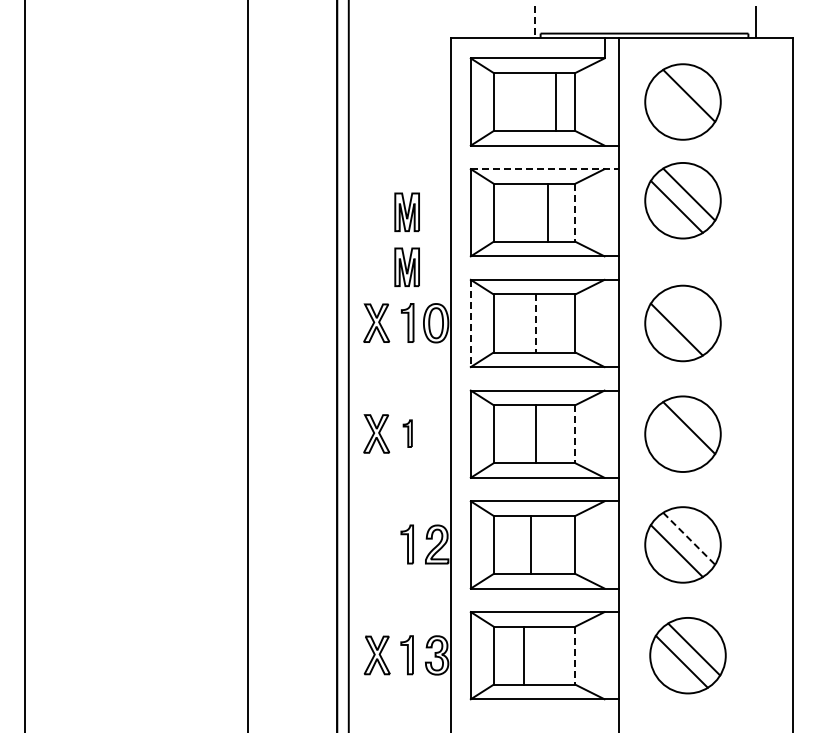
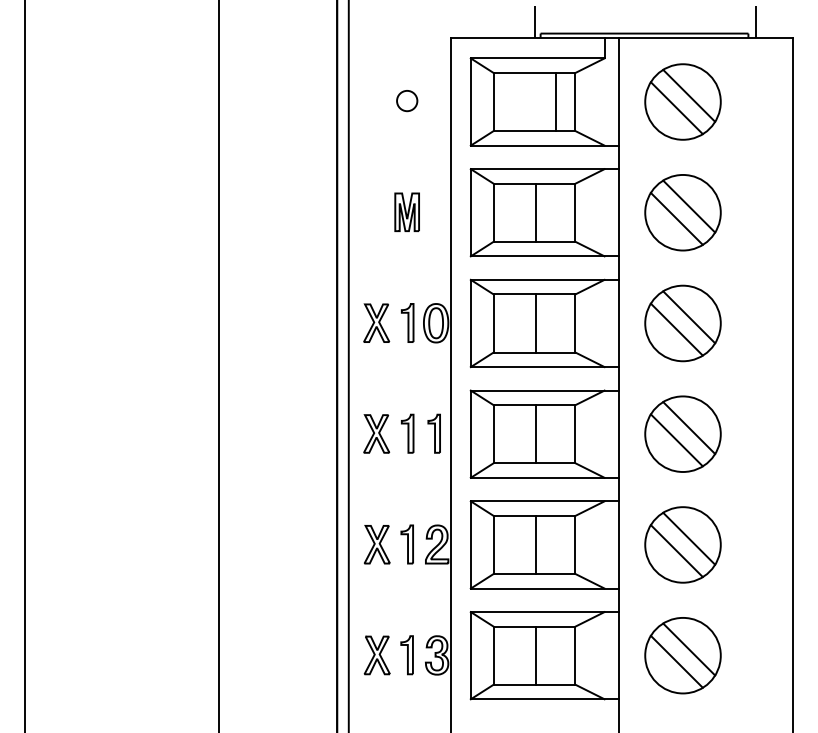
line at (534, 22): dashed -> solid
circle at (407, 101): none -> present
line at (676, 108): none -> present
line at (545, 169): dashed -> solid
part at (682, 200) position: (682, 200) -> (682, 212)
line at (548, 212) position: (548, 212) -> (536, 212)
line at (575, 213): dashed -> solid
part at (406, 266): present -> none
line at (689, 317): none -> present
line at (470, 323): dashed -> solid
line at (536, 323): dashed -> solid
line at (247, 365) position: (247, 365) -> (218, 365)
part at (407, 433) size: 11x29 px -> 14x41 px
part at (433, 433): none -> present
line at (575, 434): dashed -> solid
line at (676, 440): none -> present
line at (689, 538): dashed -> solid
part at (376, 544): none -> present
line at (531, 544) position: (531, 544) -> (536, 544)
line at (524, 655) position: (524, 655) -> (536, 655)
part at (687, 655) position: (687, 655) -> (682, 655)
line at (575, 656): dashed -> solid
